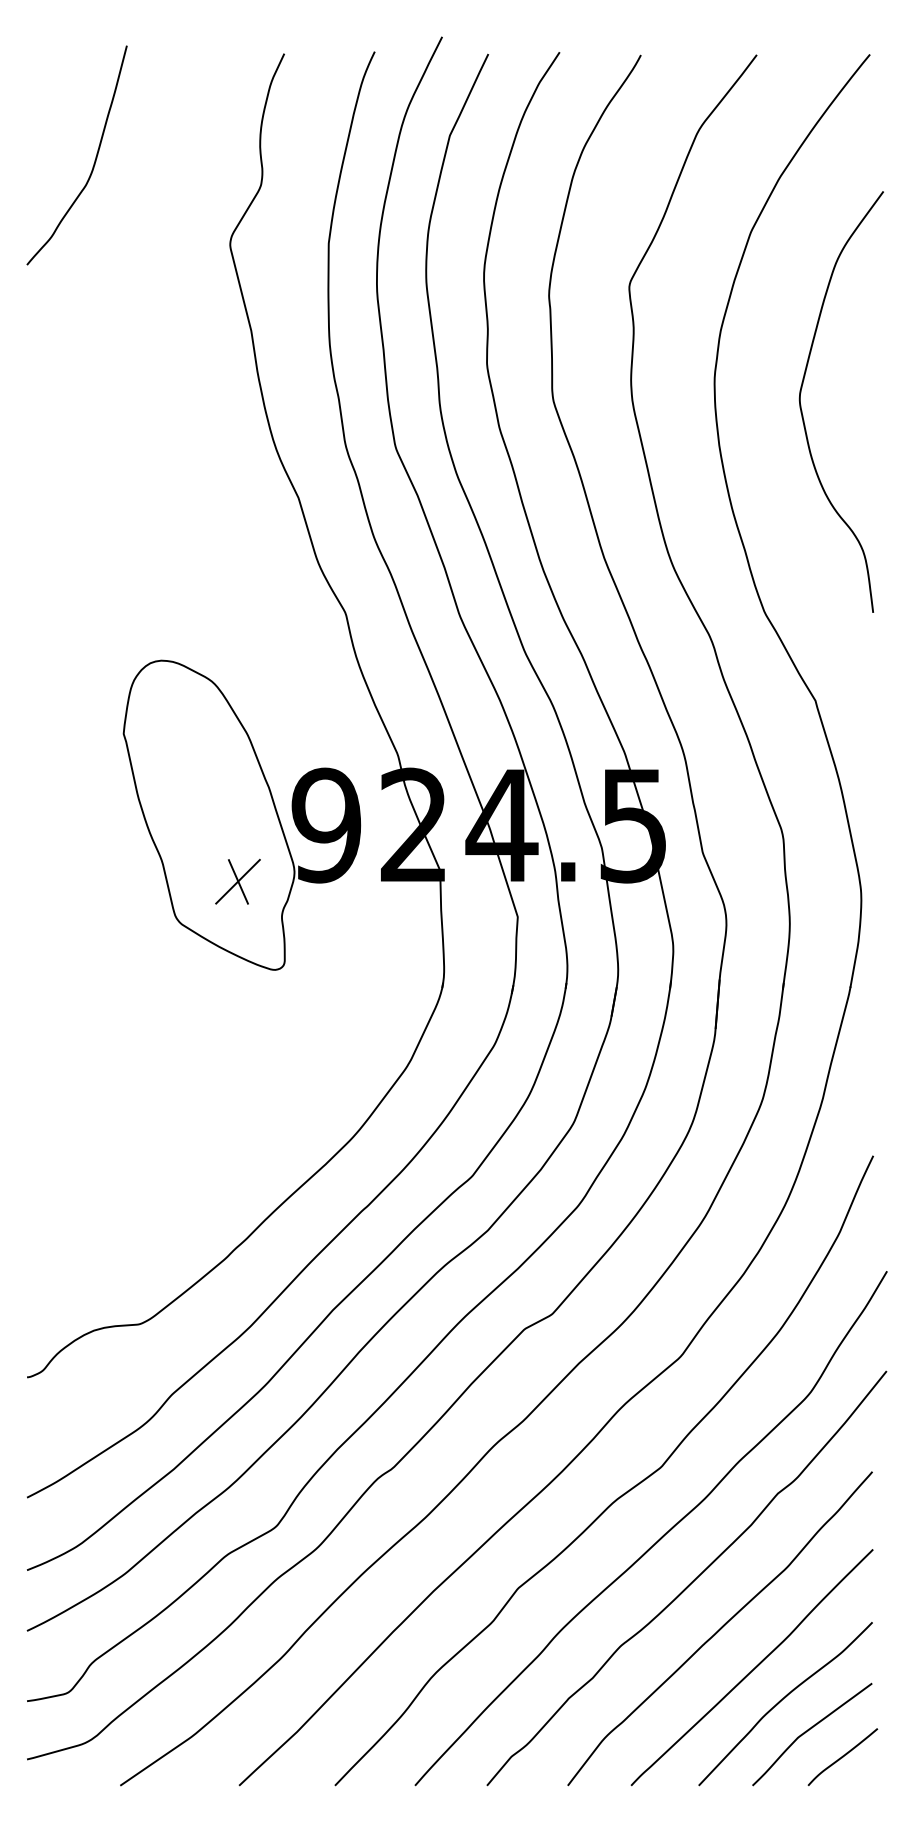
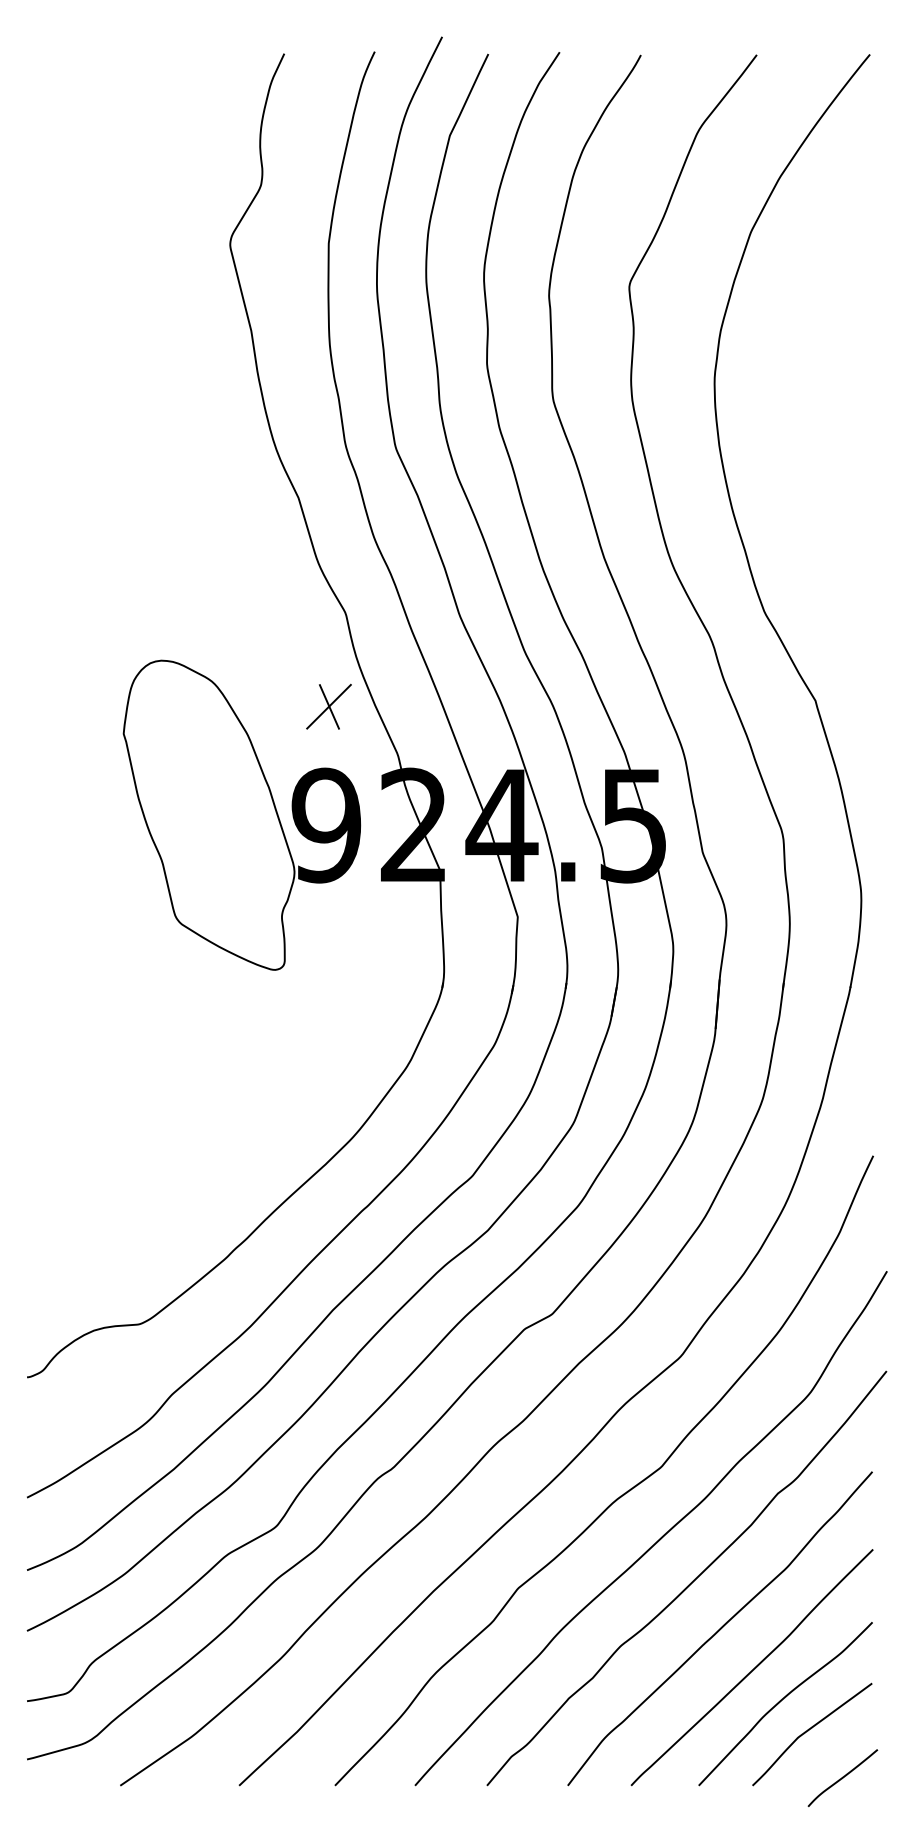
curve at (94, 160): present -> none
curve at (802, 410): present -> none
part at (237, 881) position: (237, 881) -> (328, 706)
curve at (842, 1756) position: (842, 1756) -> (842, 1777)
